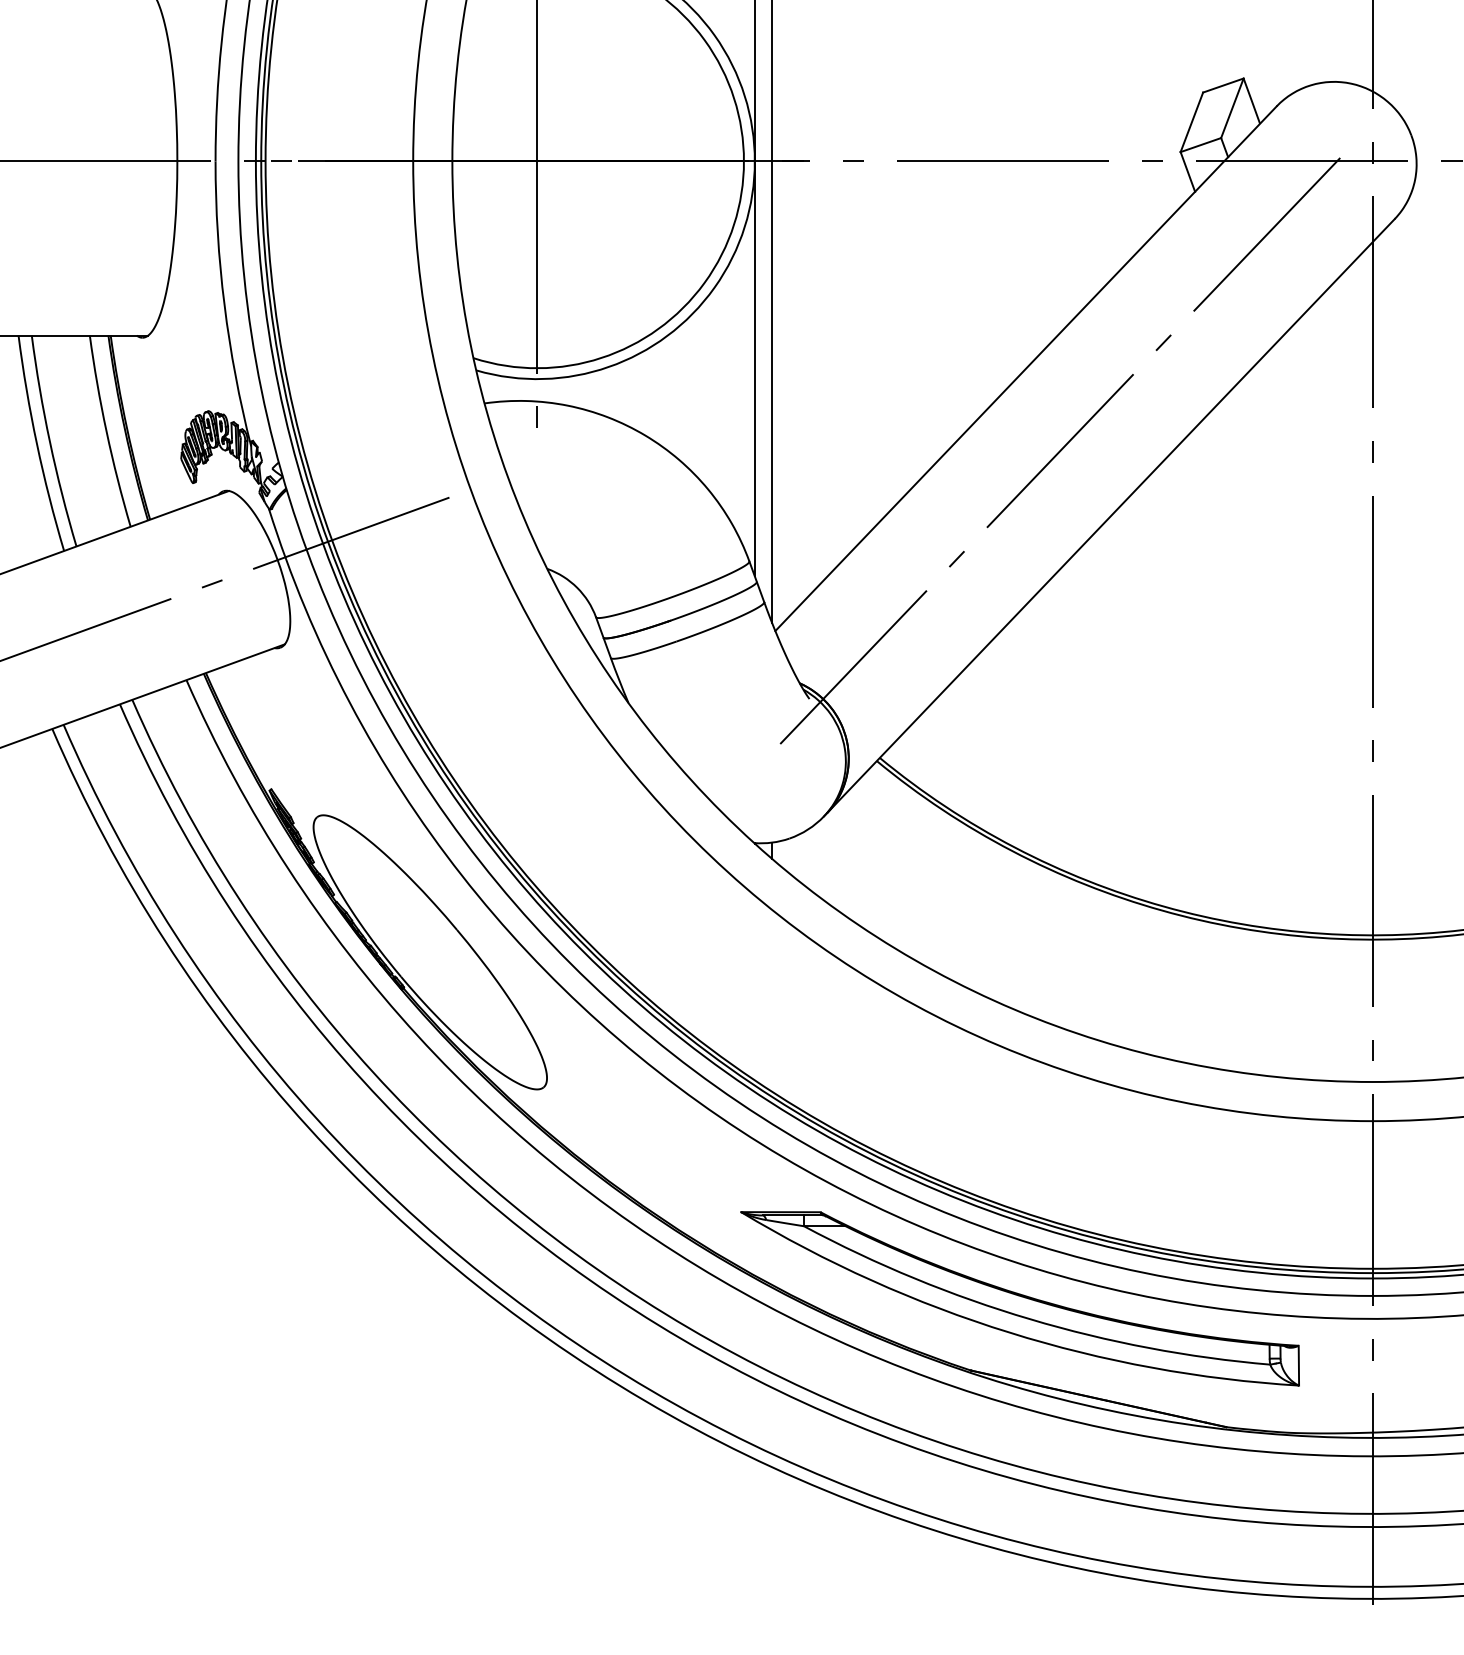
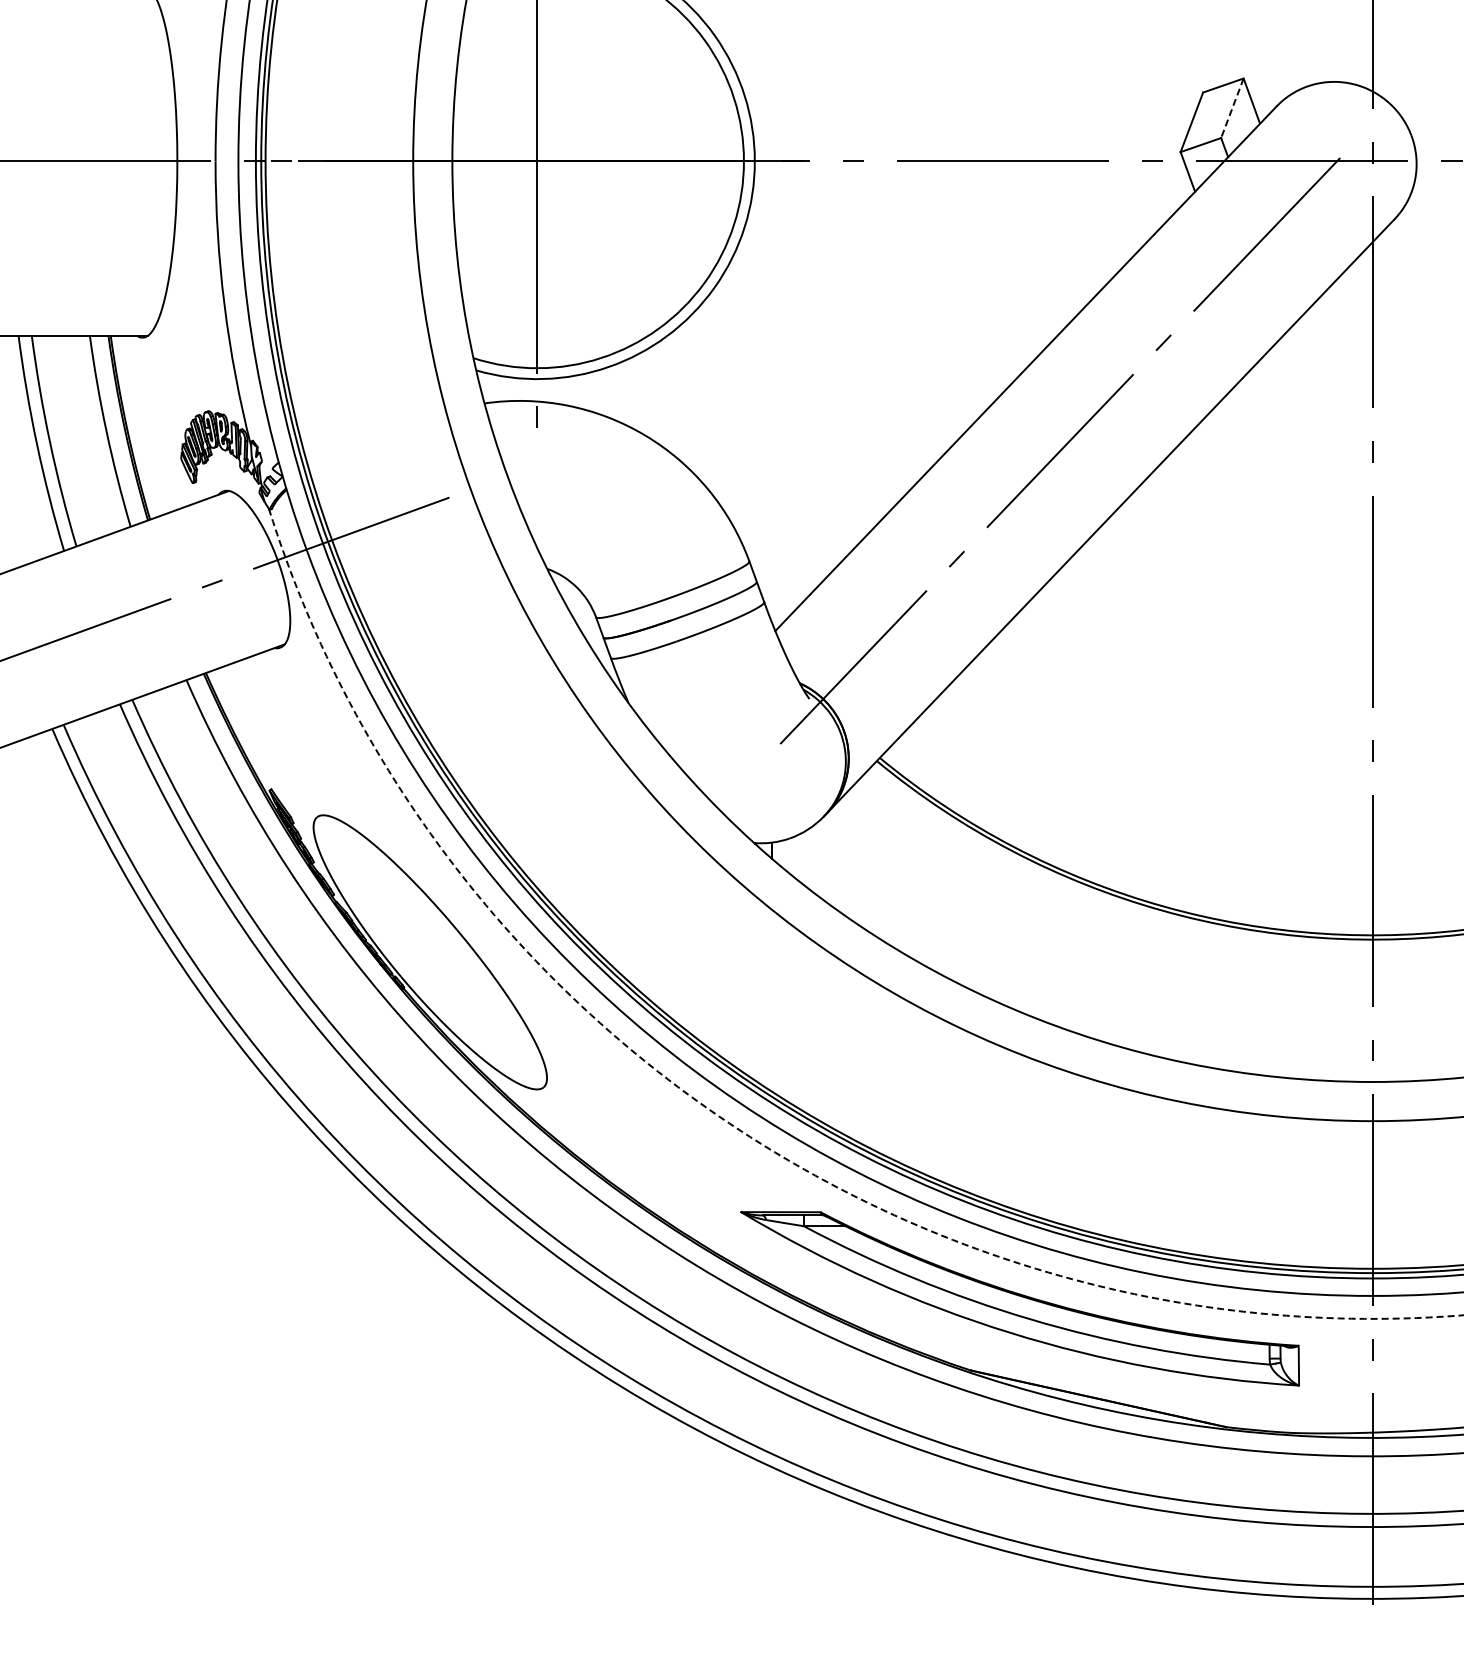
line at (1232, 108): solid -> dashed
line at (754, 289): present -> none
line at (772, 312): present -> none
arc at (726, 1121): solid -> dashed
